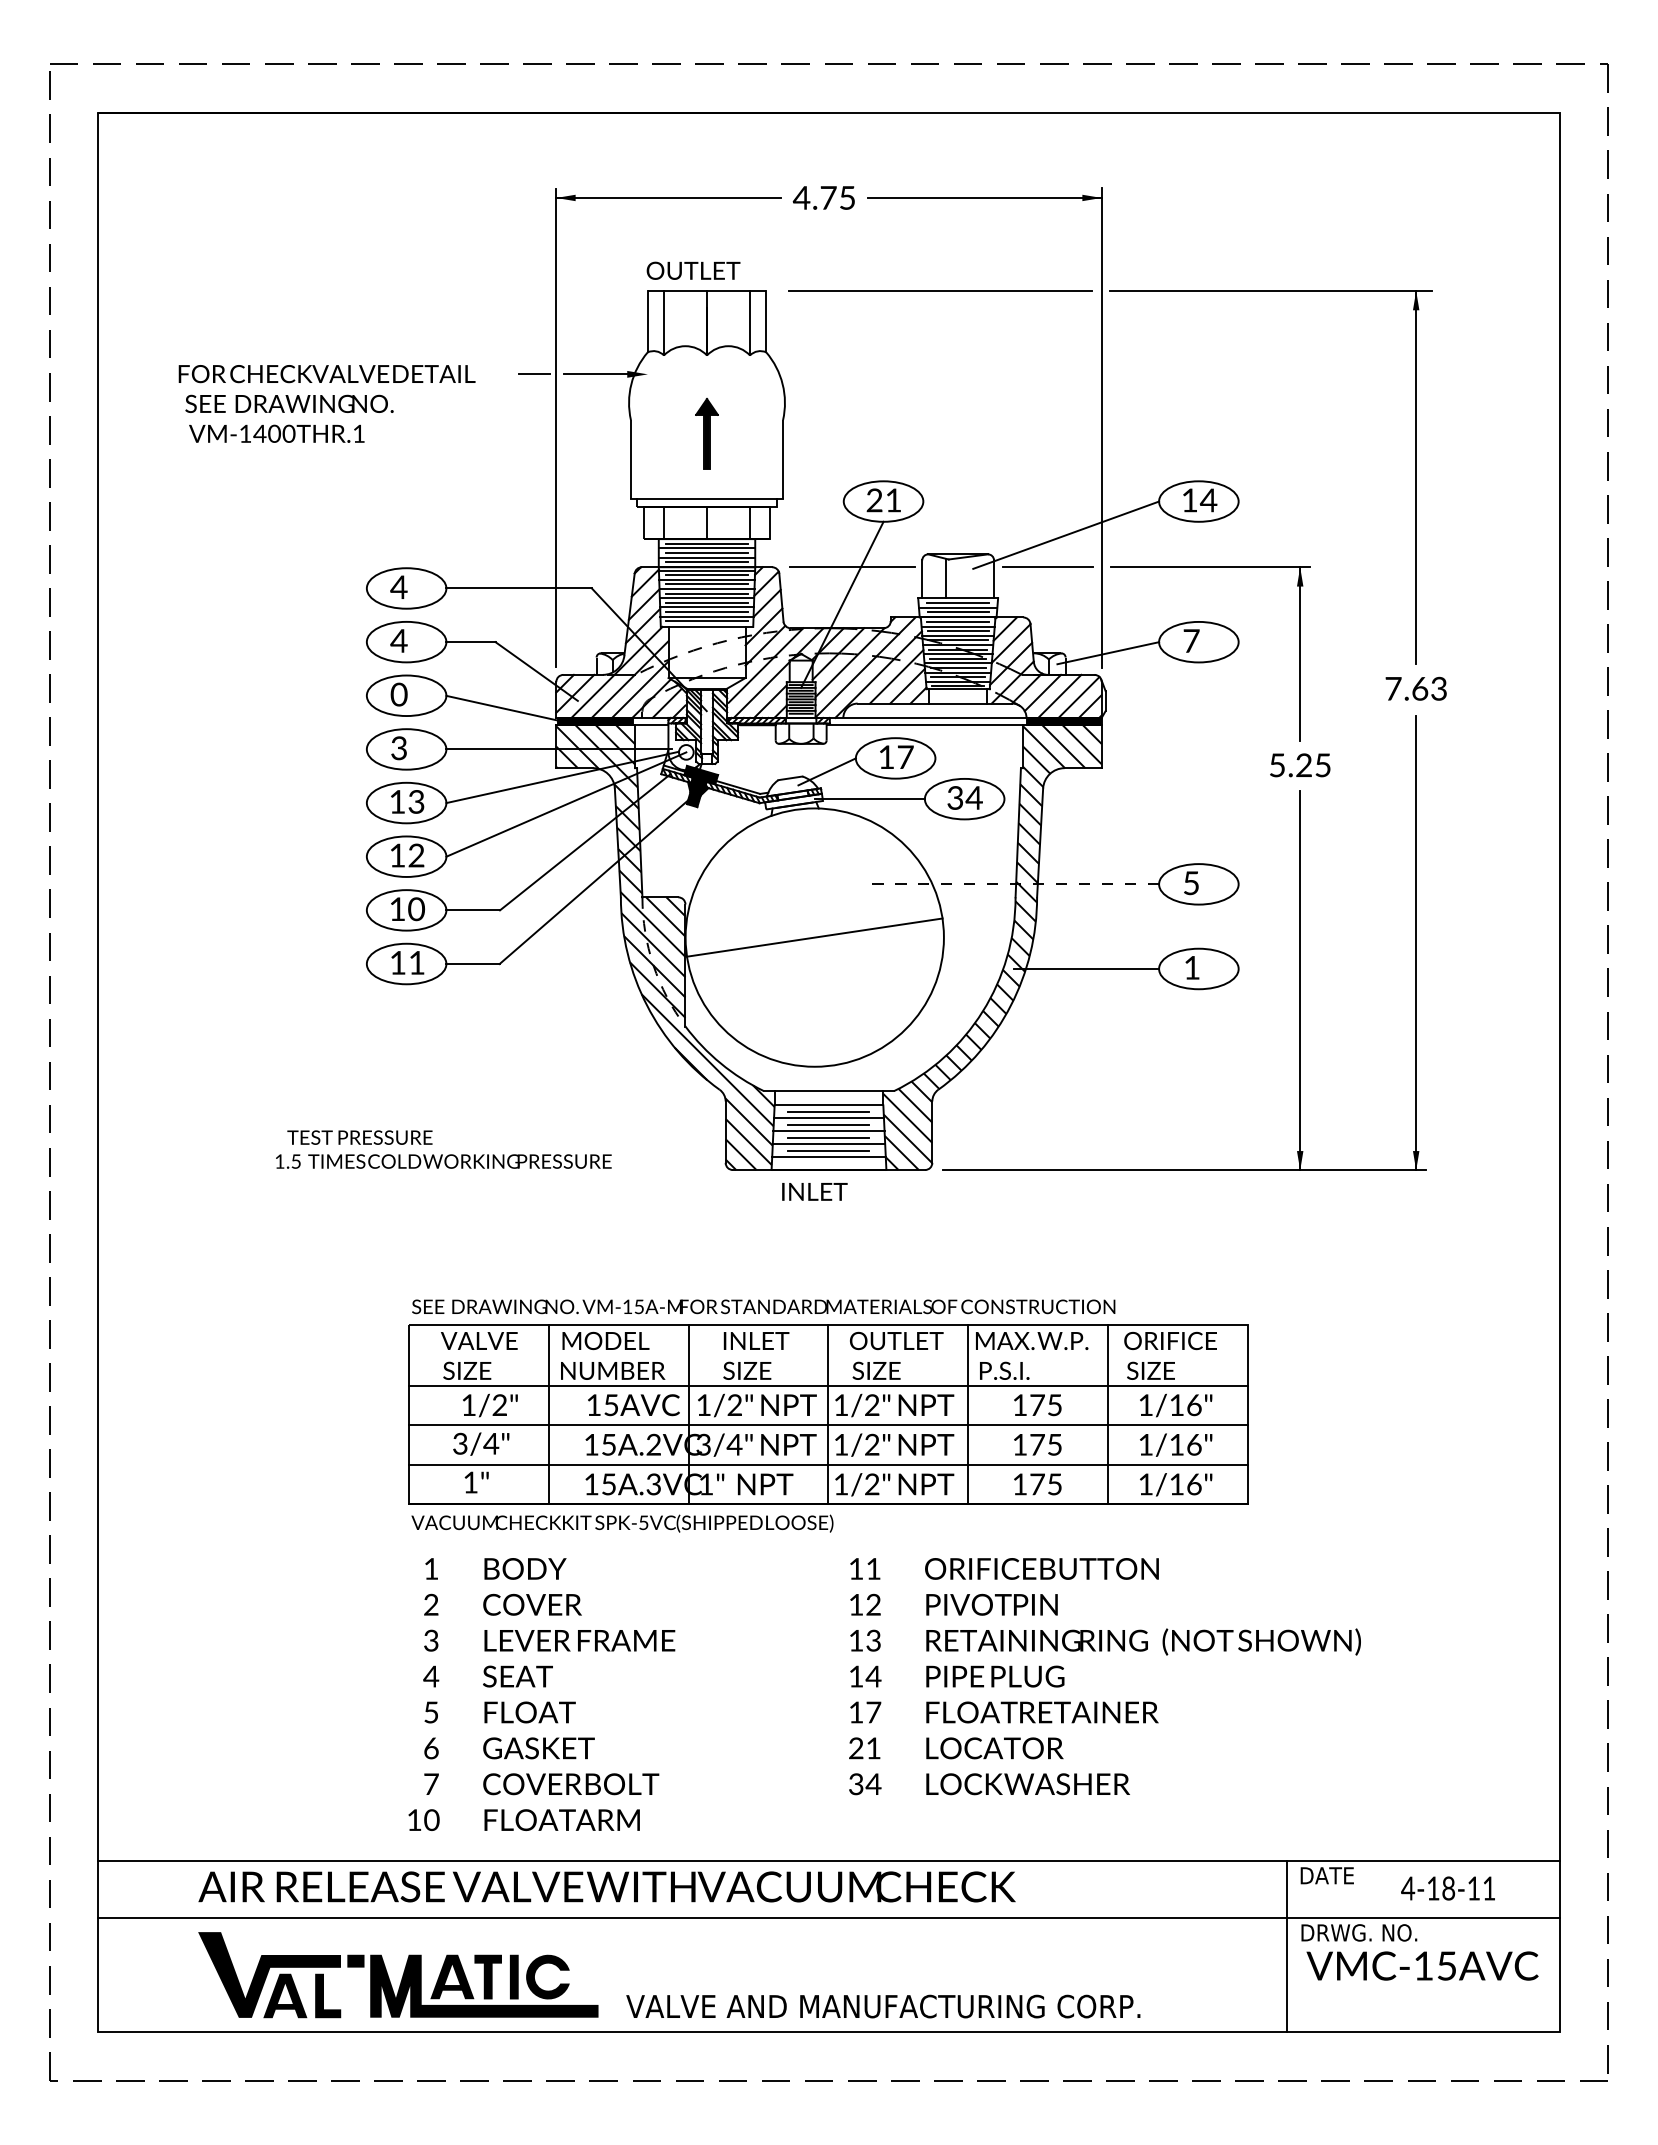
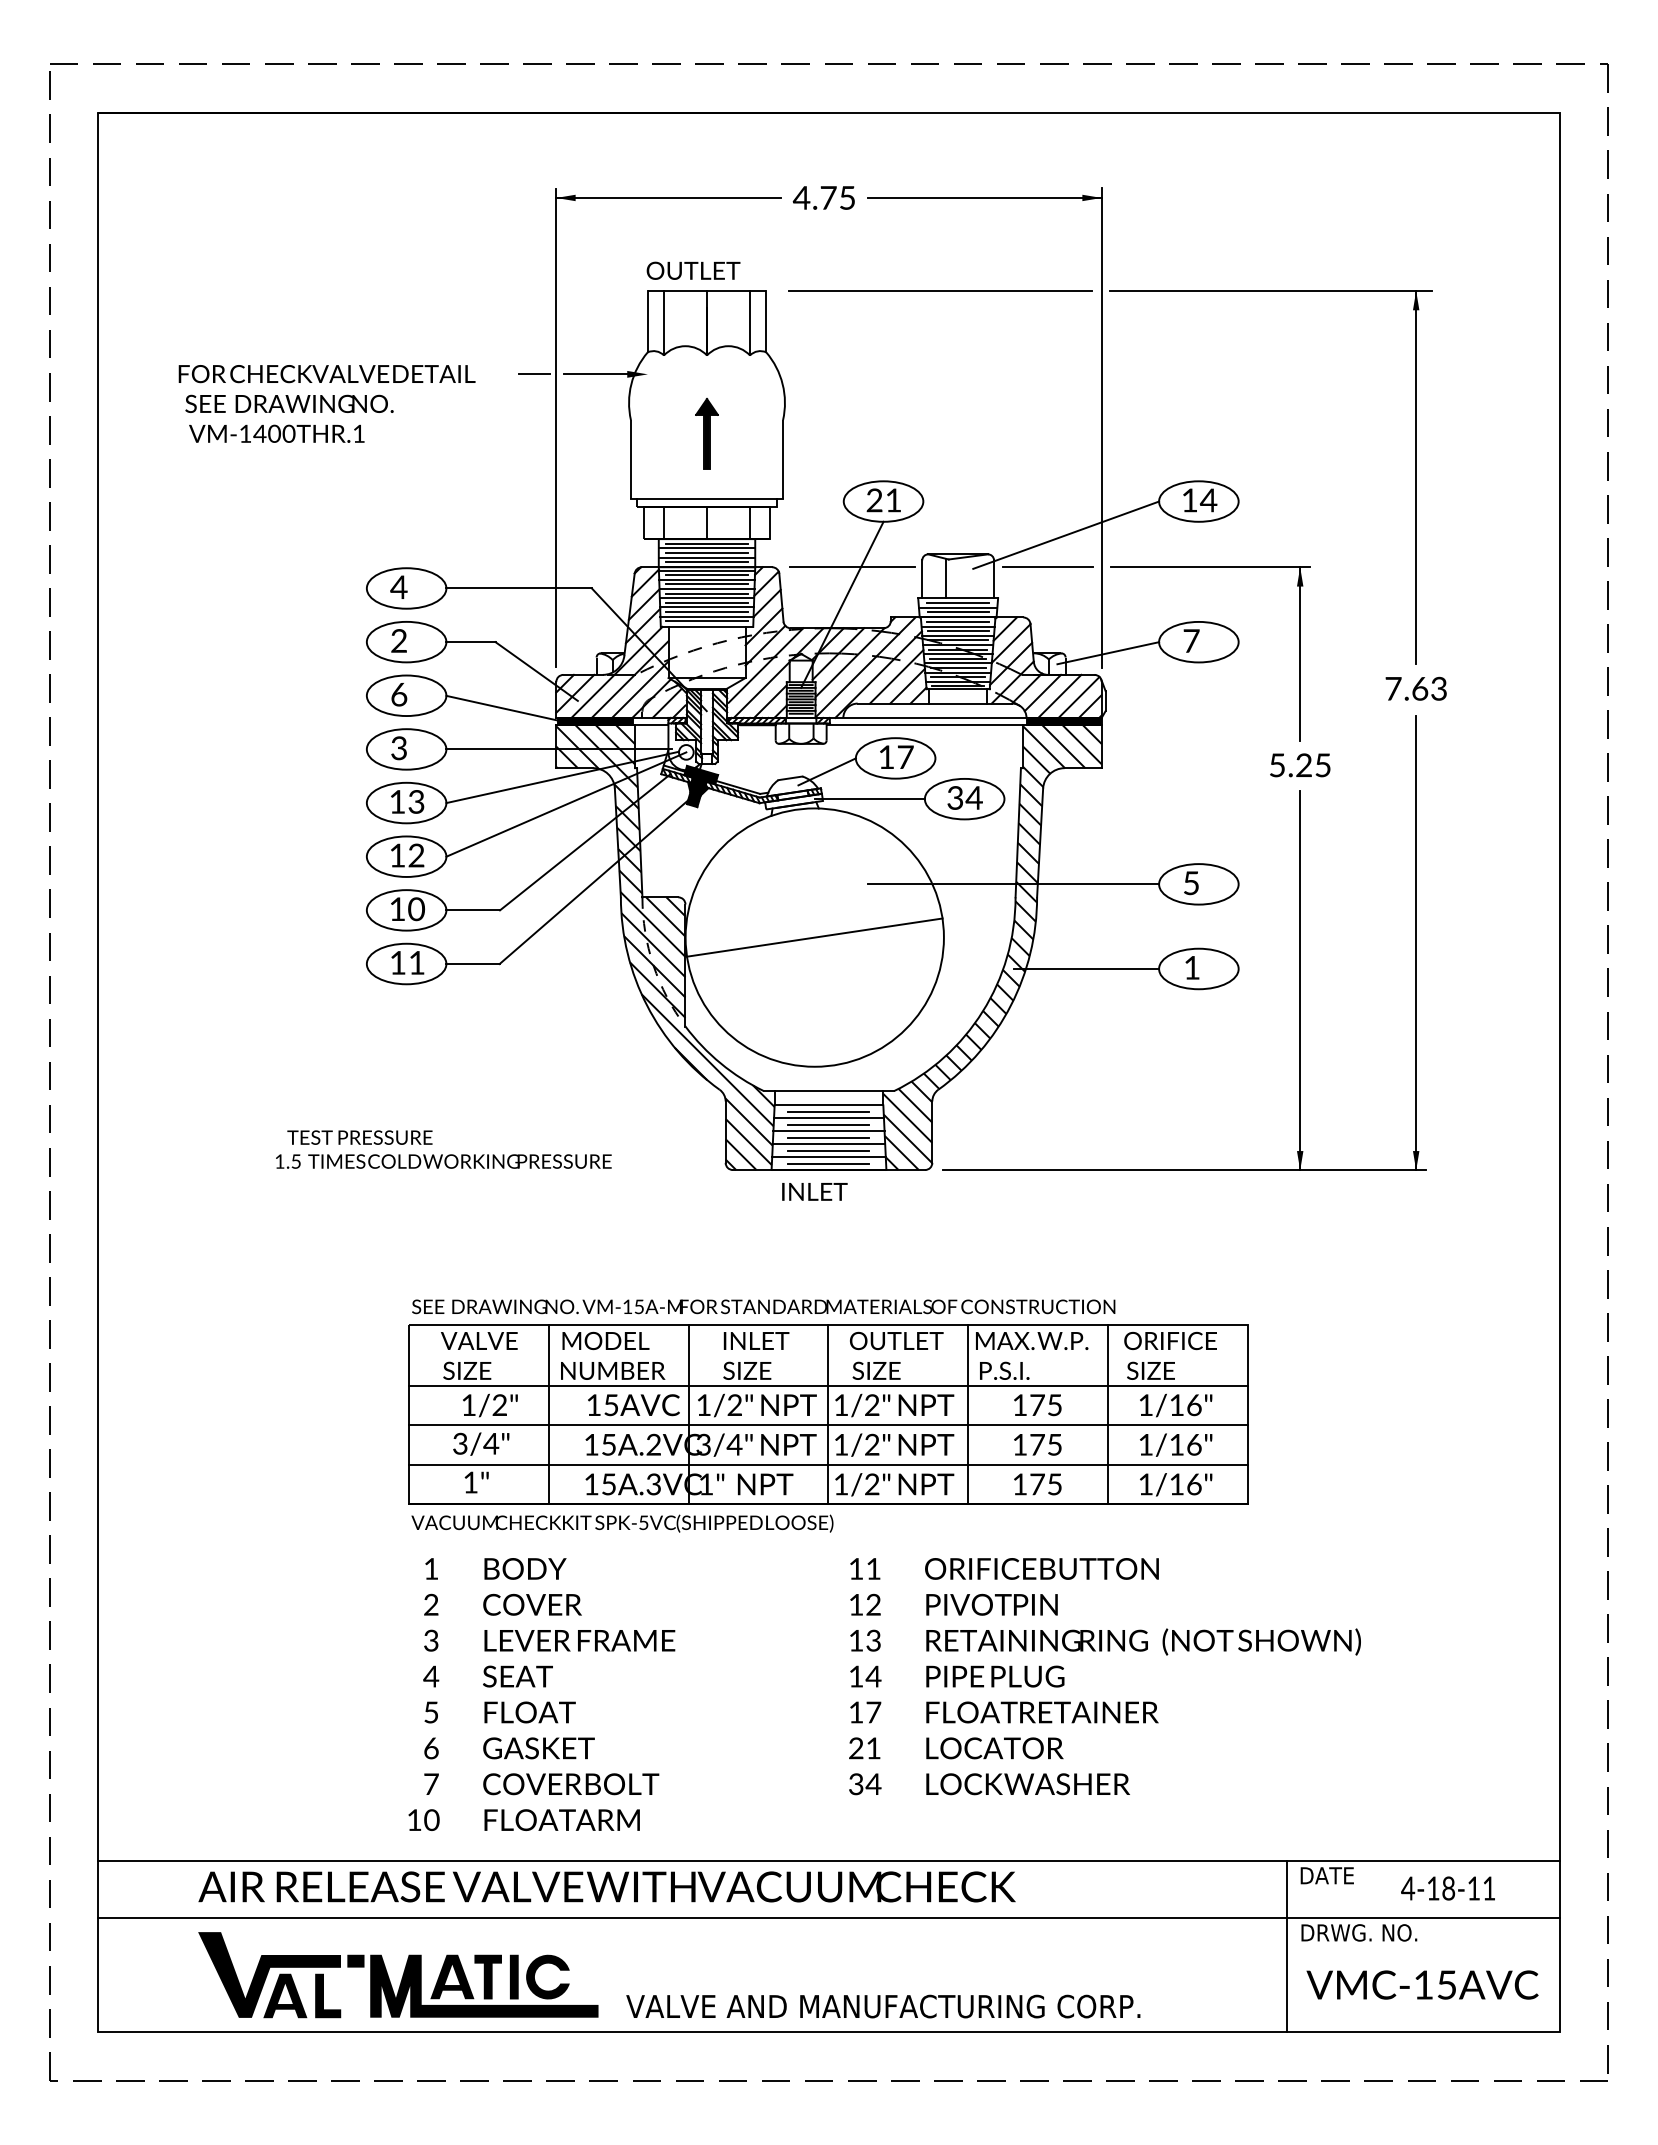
text at (398, 640): 4 -> 2
text at (398, 693): 0 -> 6
line at (1013, 884): dashed -> solid
line at (828, 1163): none -> present
text at (1422, 1965) position: (1422, 1965) -> (1422, 1984)
